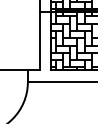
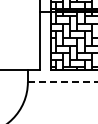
line at (62, 82): solid -> dashed
